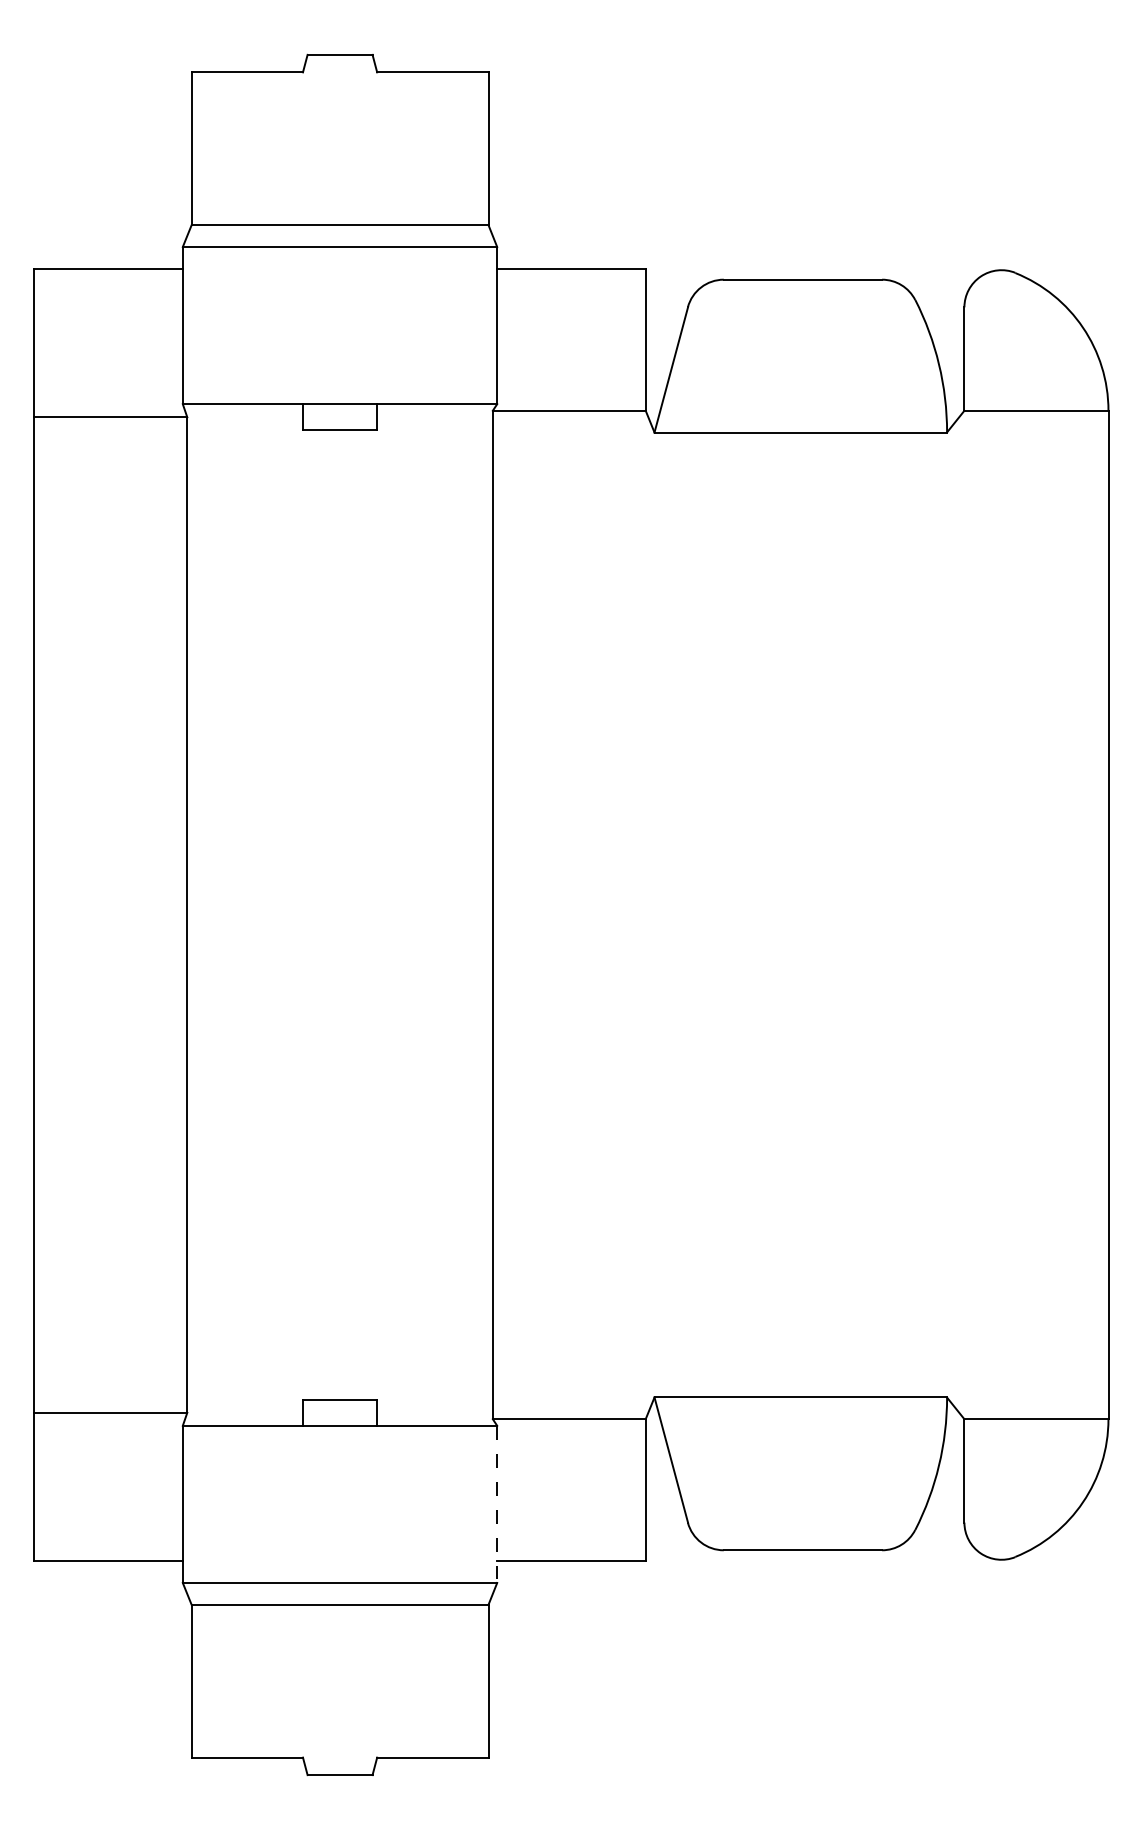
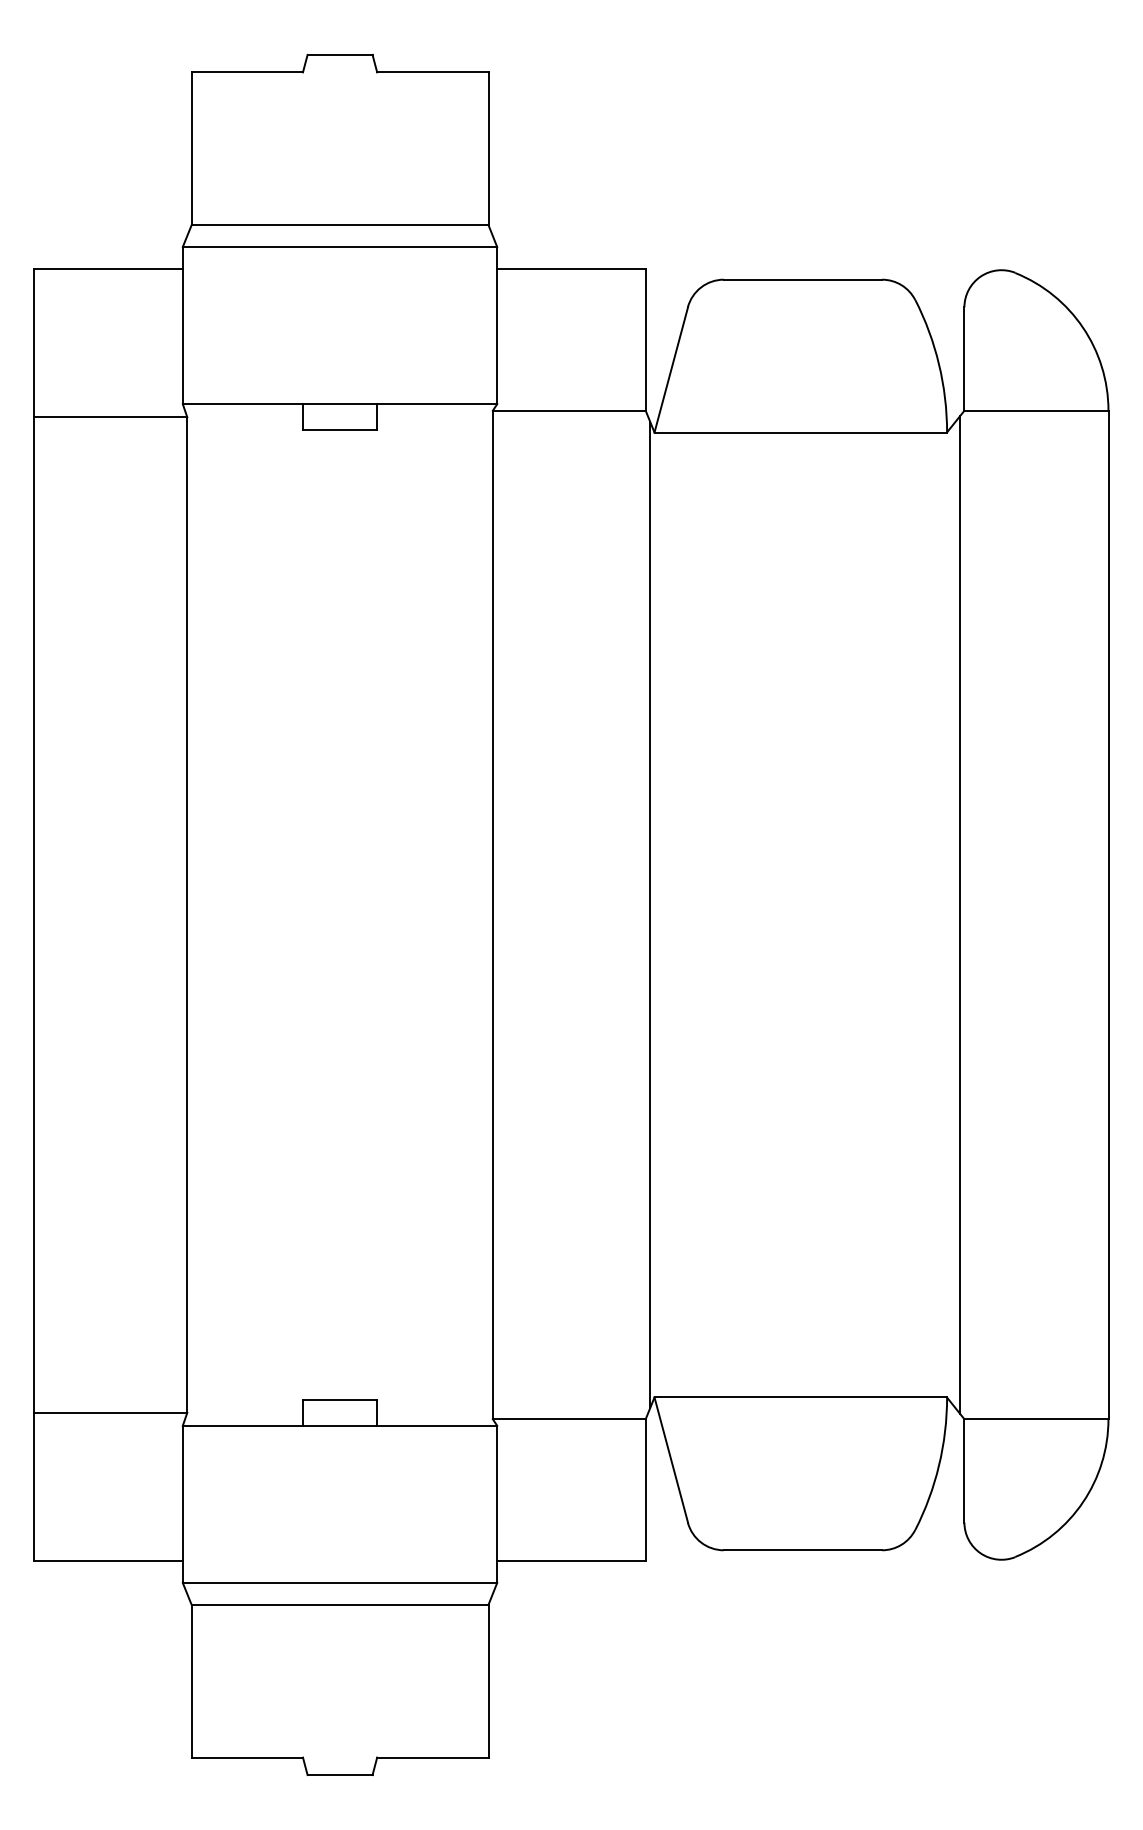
line at (650, 914): none -> present
line at (960, 914): none -> present
line at (497, 1504): dashed -> solid
